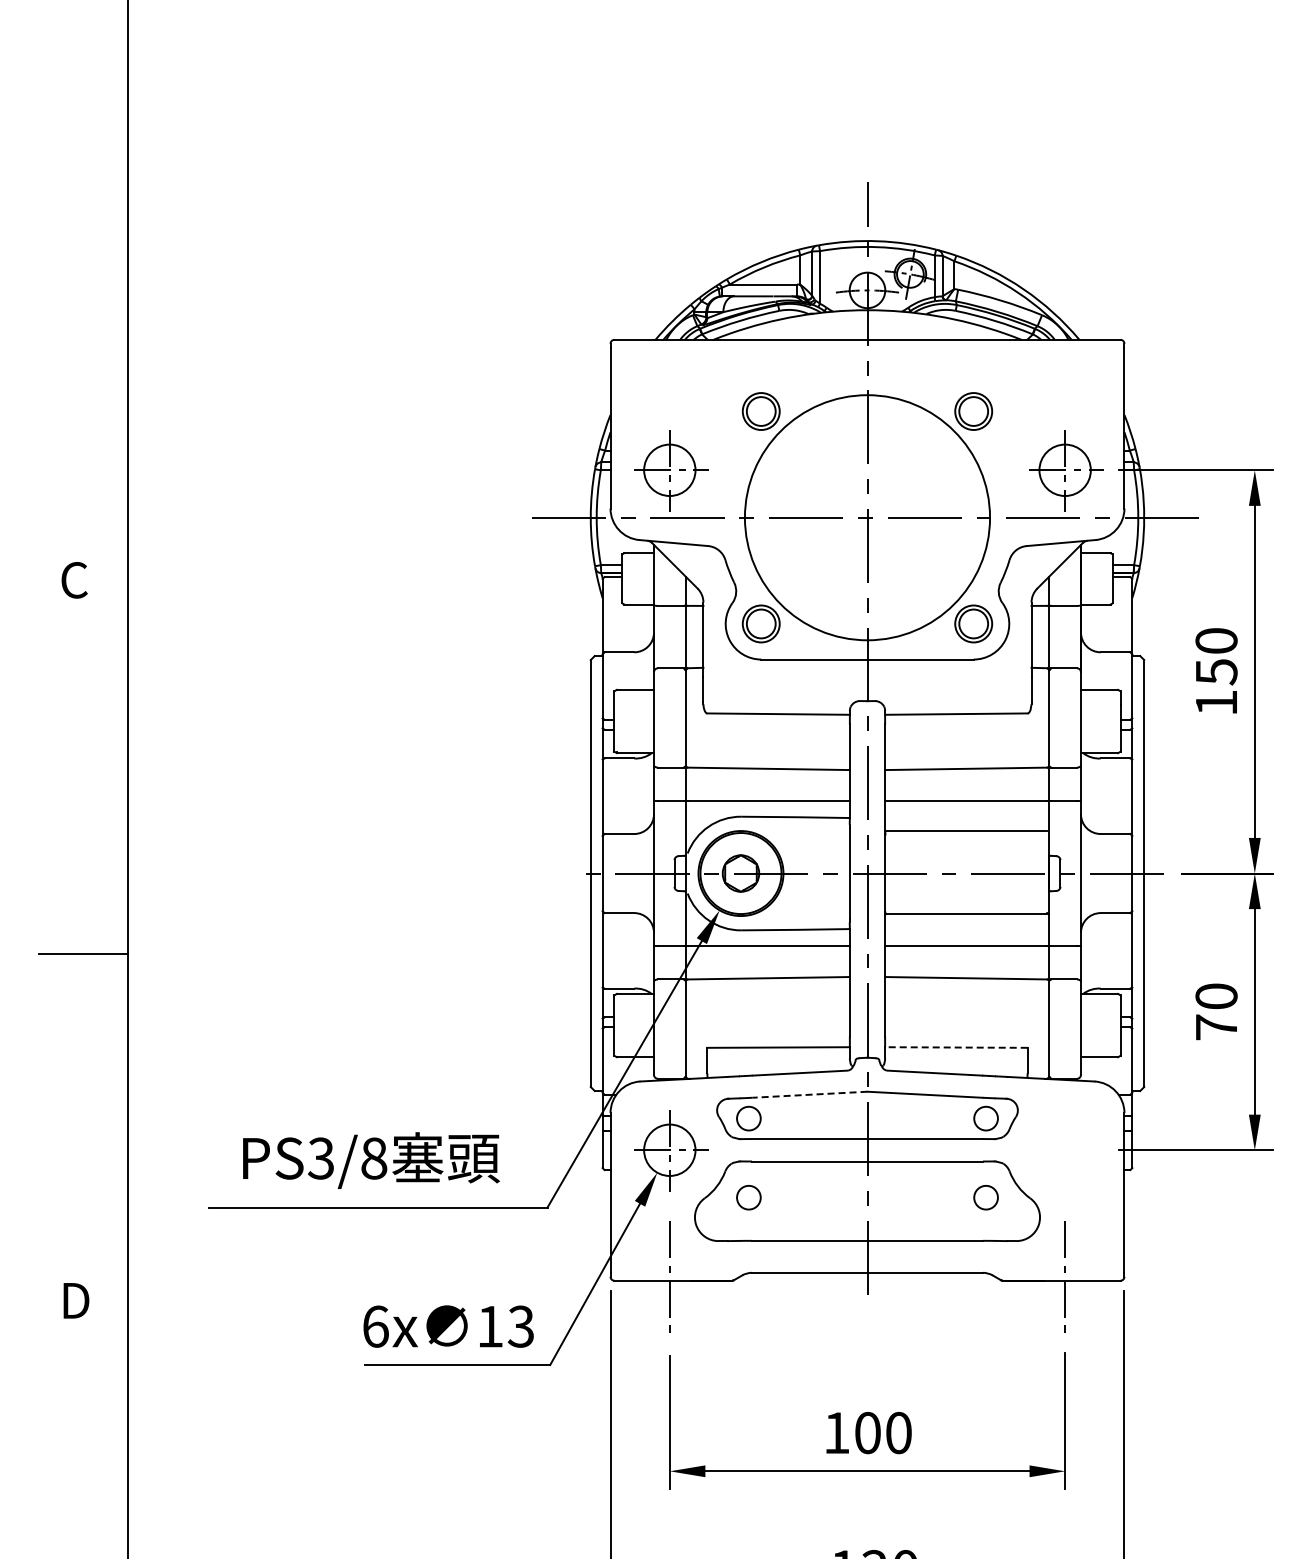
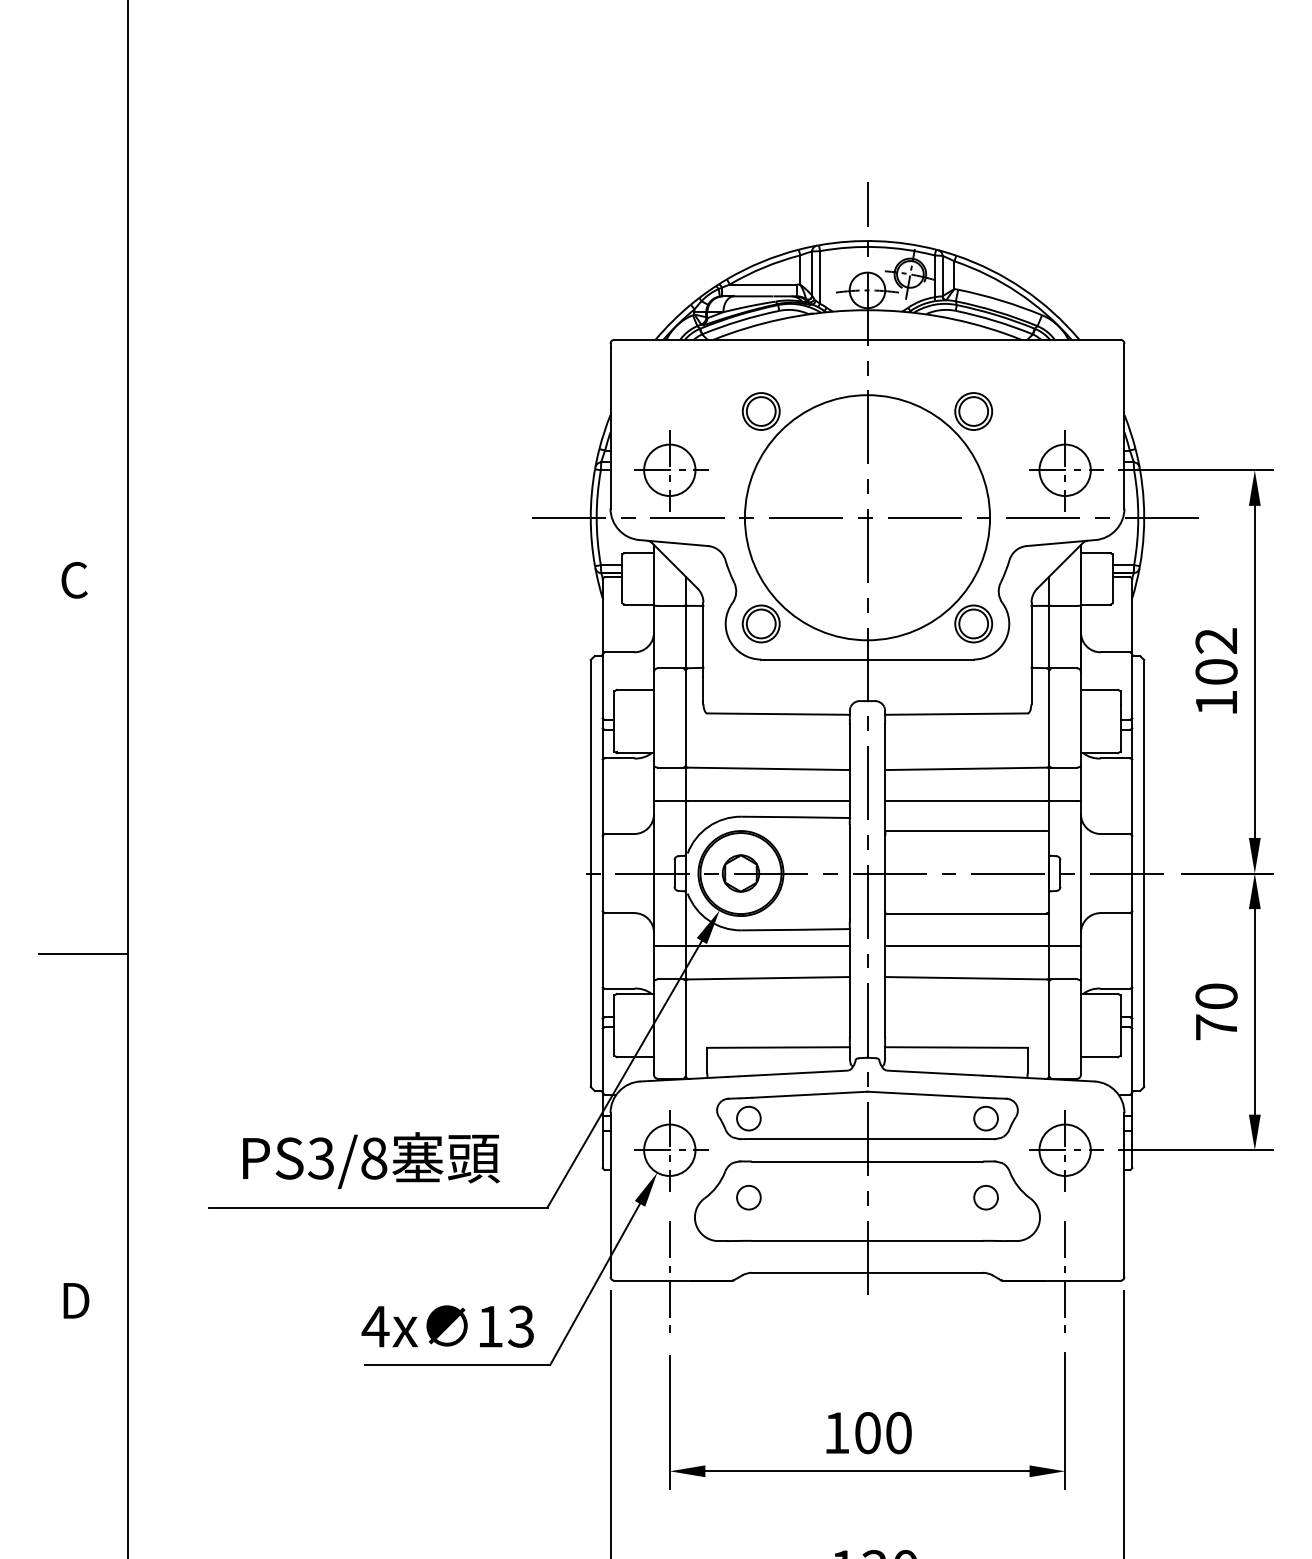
text at (1216, 656): 150 -> 102
line at (955, 1047): dashed -> solid
line at (809, 1094): dashed -> solid
part at (1066, 1150): none -> present
text at (375, 1326): 6x -> 4x
